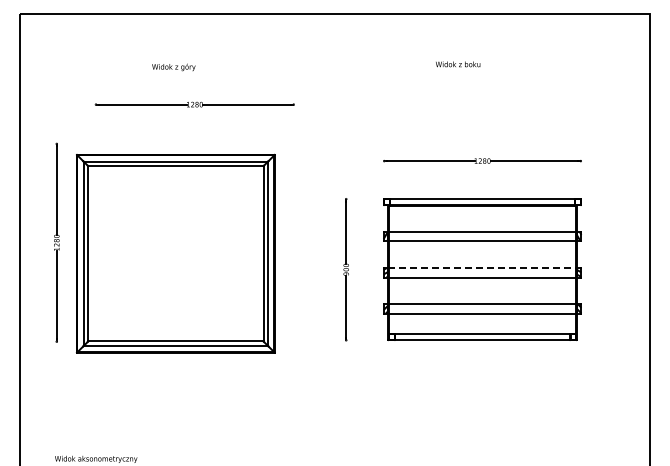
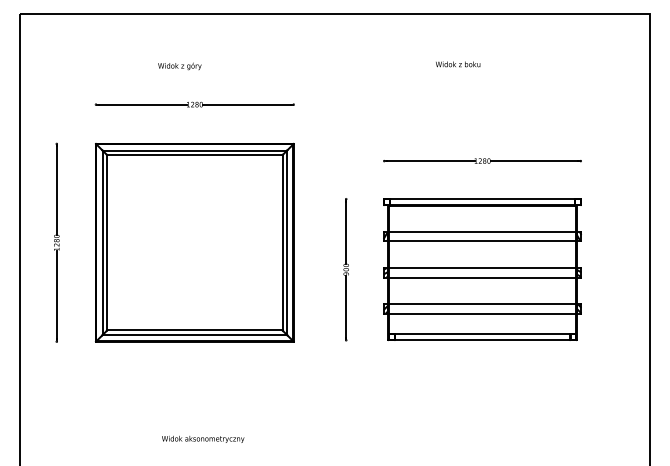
text at (173, 67) position: (173, 67) -> (179, 66)
part at (175, 253) position: (175, 253) -> (194, 242)
line at (483, 268): dashed -> solid
text at (96, 458) position: (96, 458) -> (203, 438)
